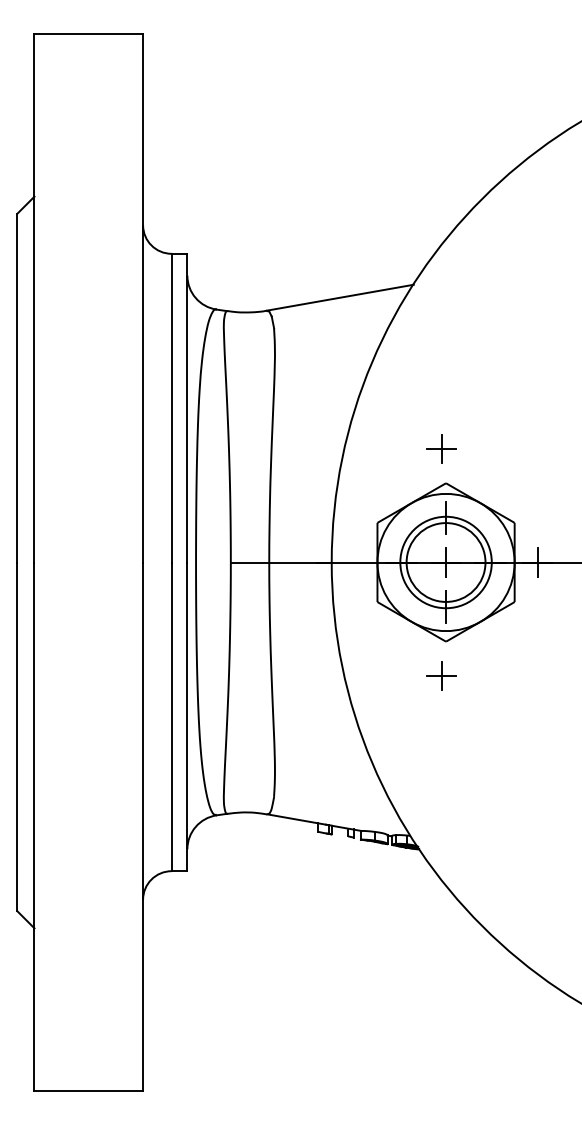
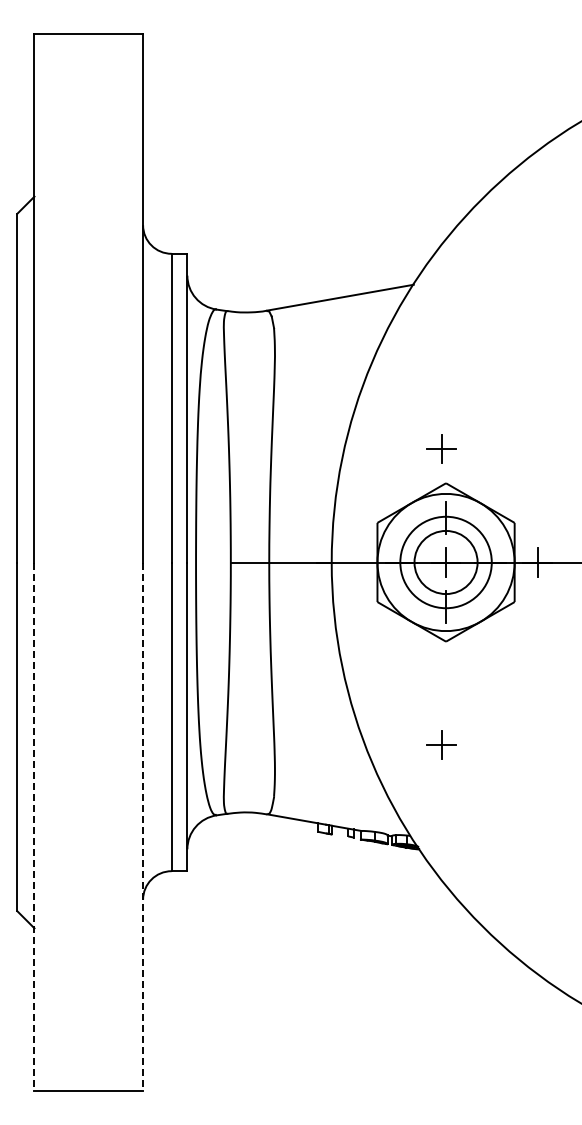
circle at (445, 562) diameter: 79 px -> 63 px
part at (441, 675) position: (441, 675) -> (441, 744)
line at (34, 827): solid -> dashed
line at (143, 827): solid -> dashed
